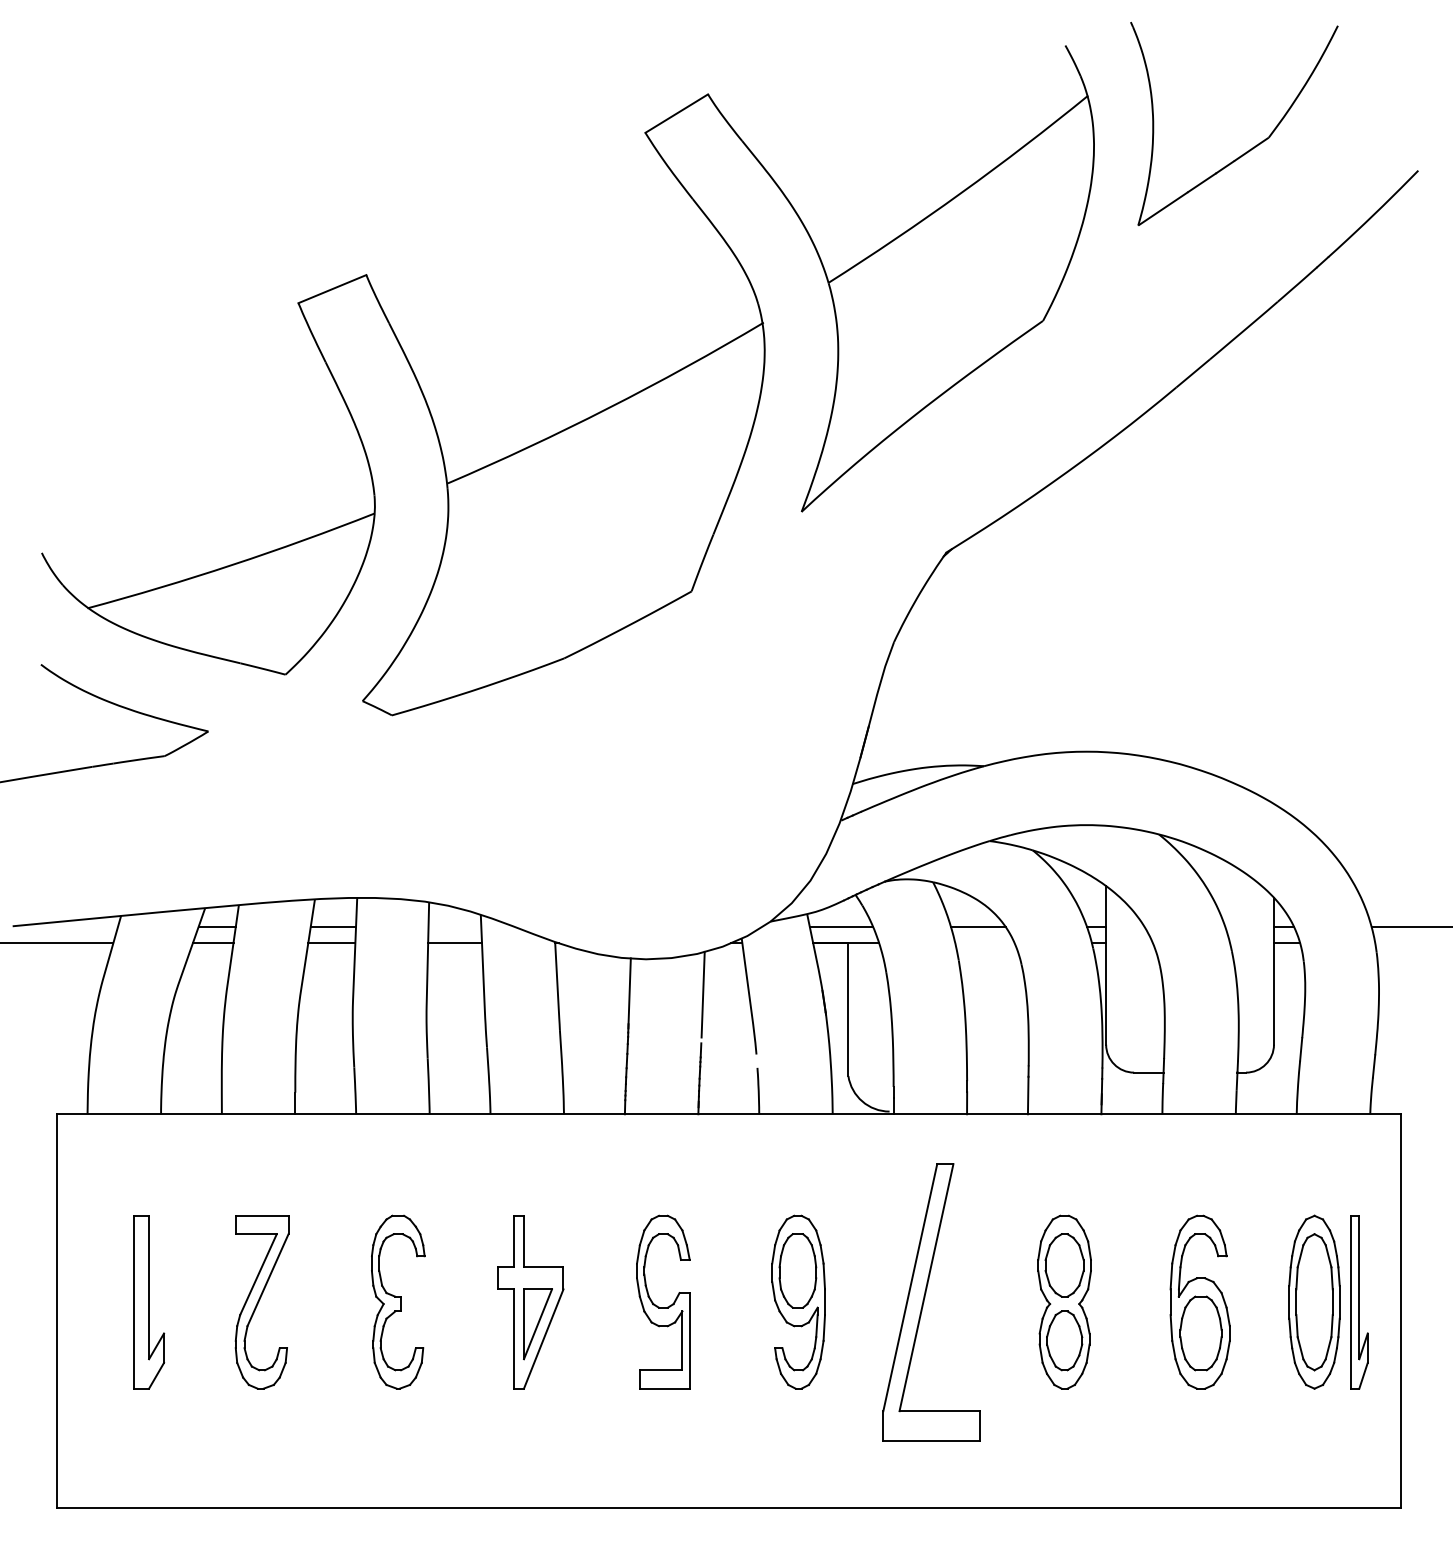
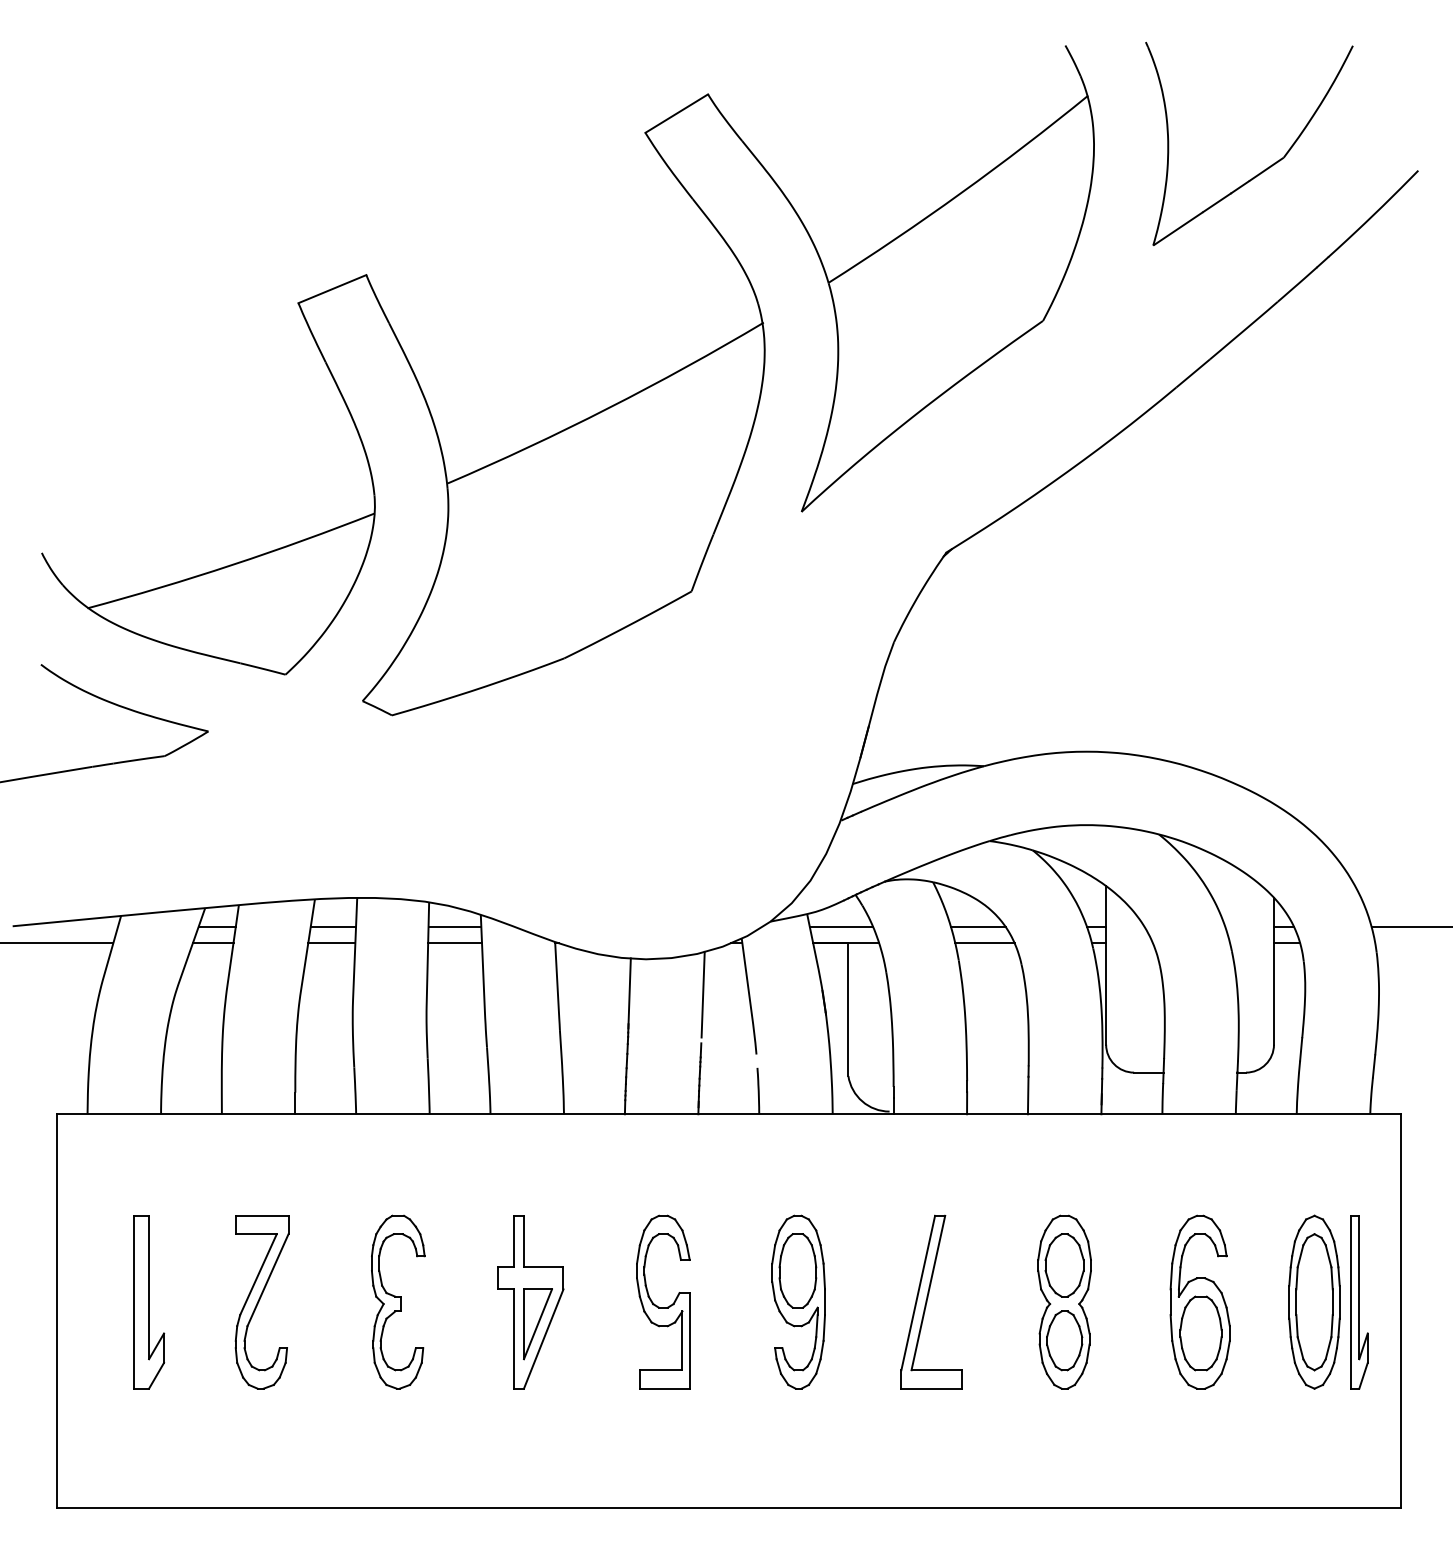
part at (1253, 146) position: (1253, 146) -> (1268, 166)
line at (454, 927): none -> present
line at (984, 943): none -> present
part at (931, 1302) size: 99x279 px -> 63x176 px
